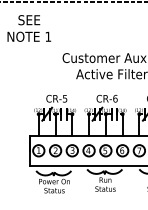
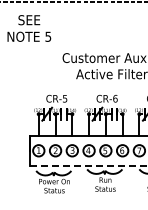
text at (48, 36): 1 -> 5
line at (89, 165): solid -> dashed
